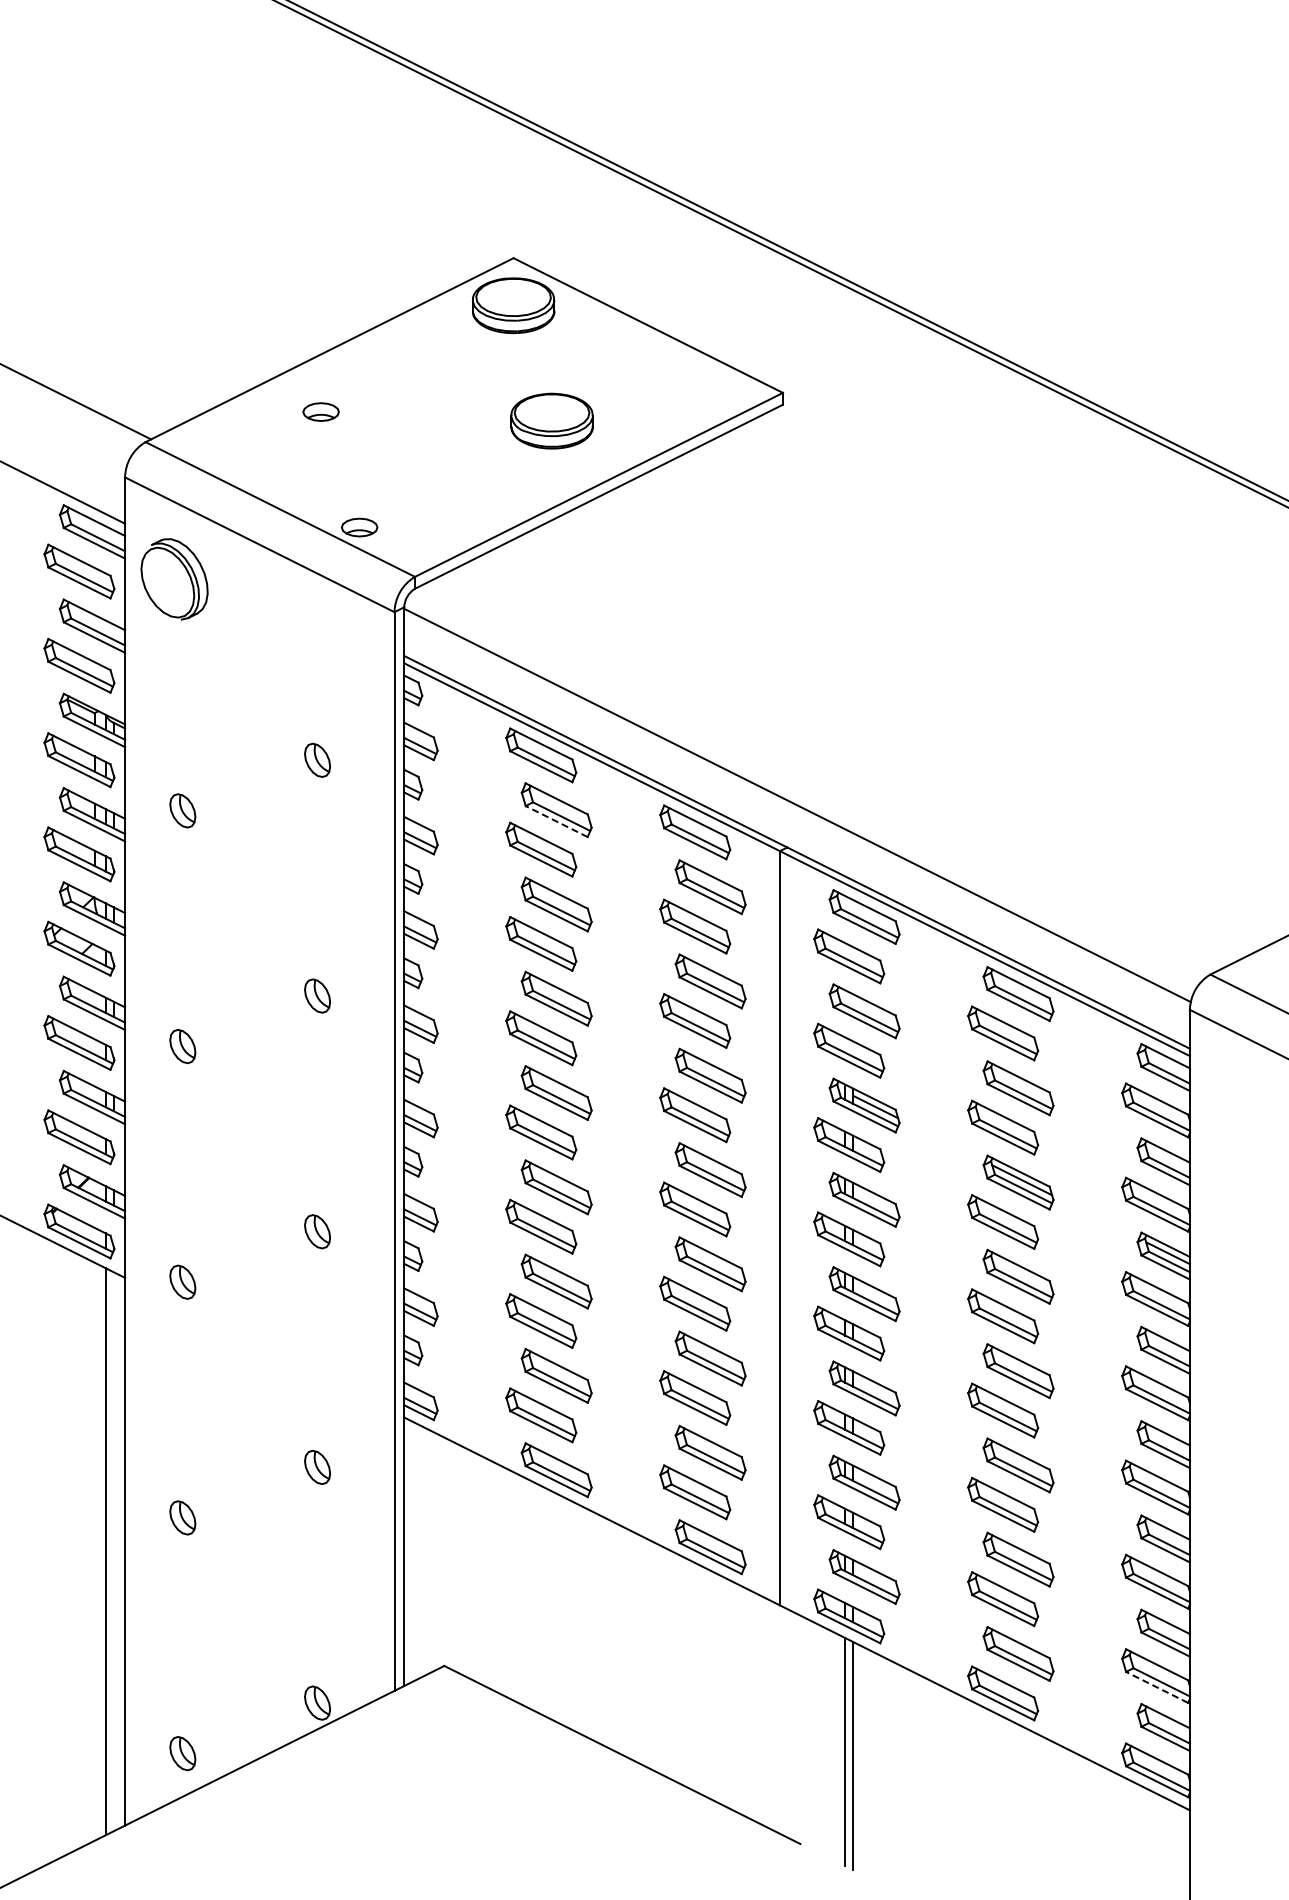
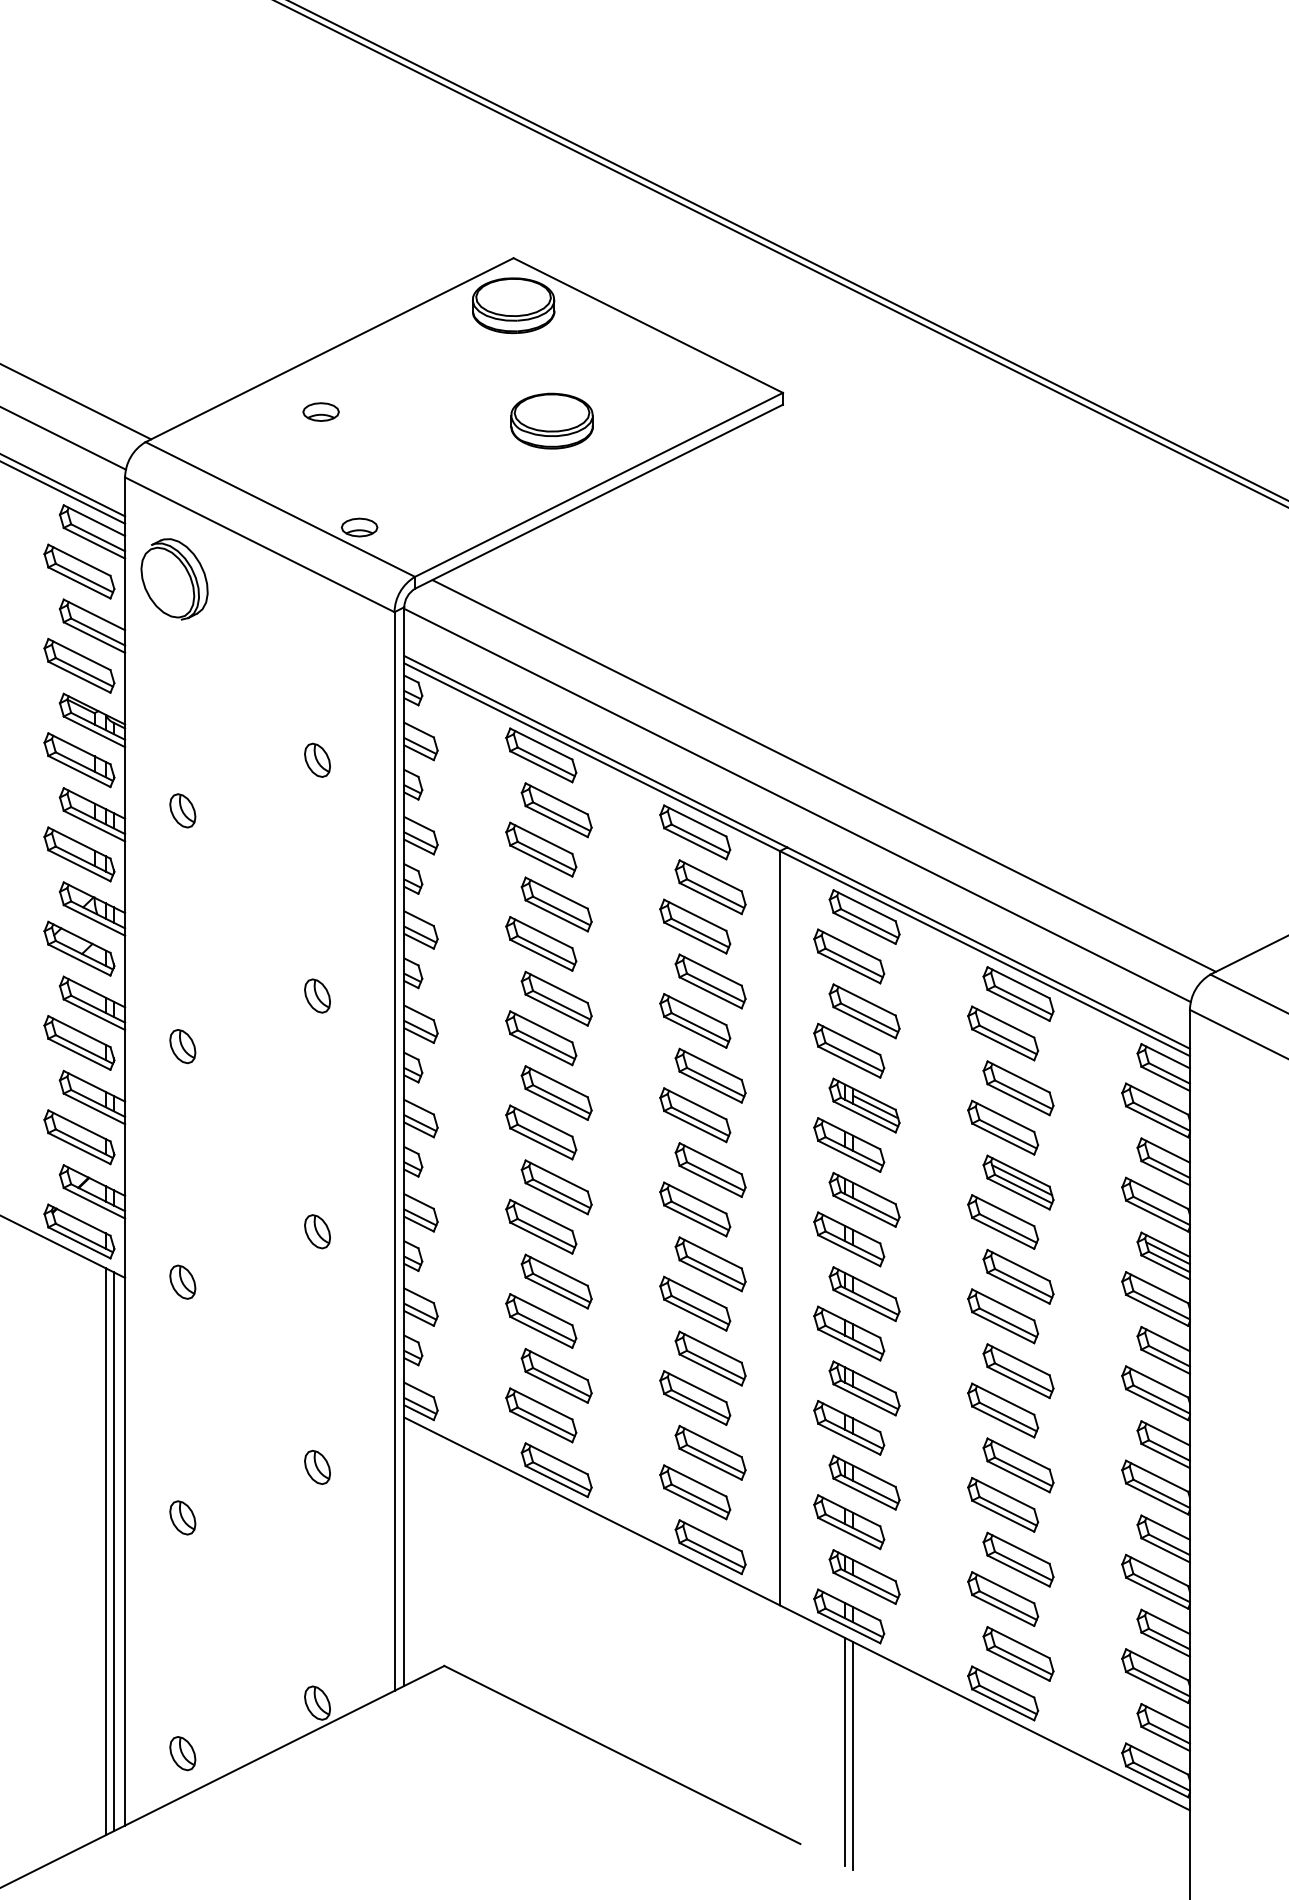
line at (64, 438): none -> present
line at (63, 485): none -> present
line at (823, 775): none -> present
line at (556, 821): dashed -> solid
line at (113, 1551): none -> present
line at (1157, 1687): dashed -> solid
